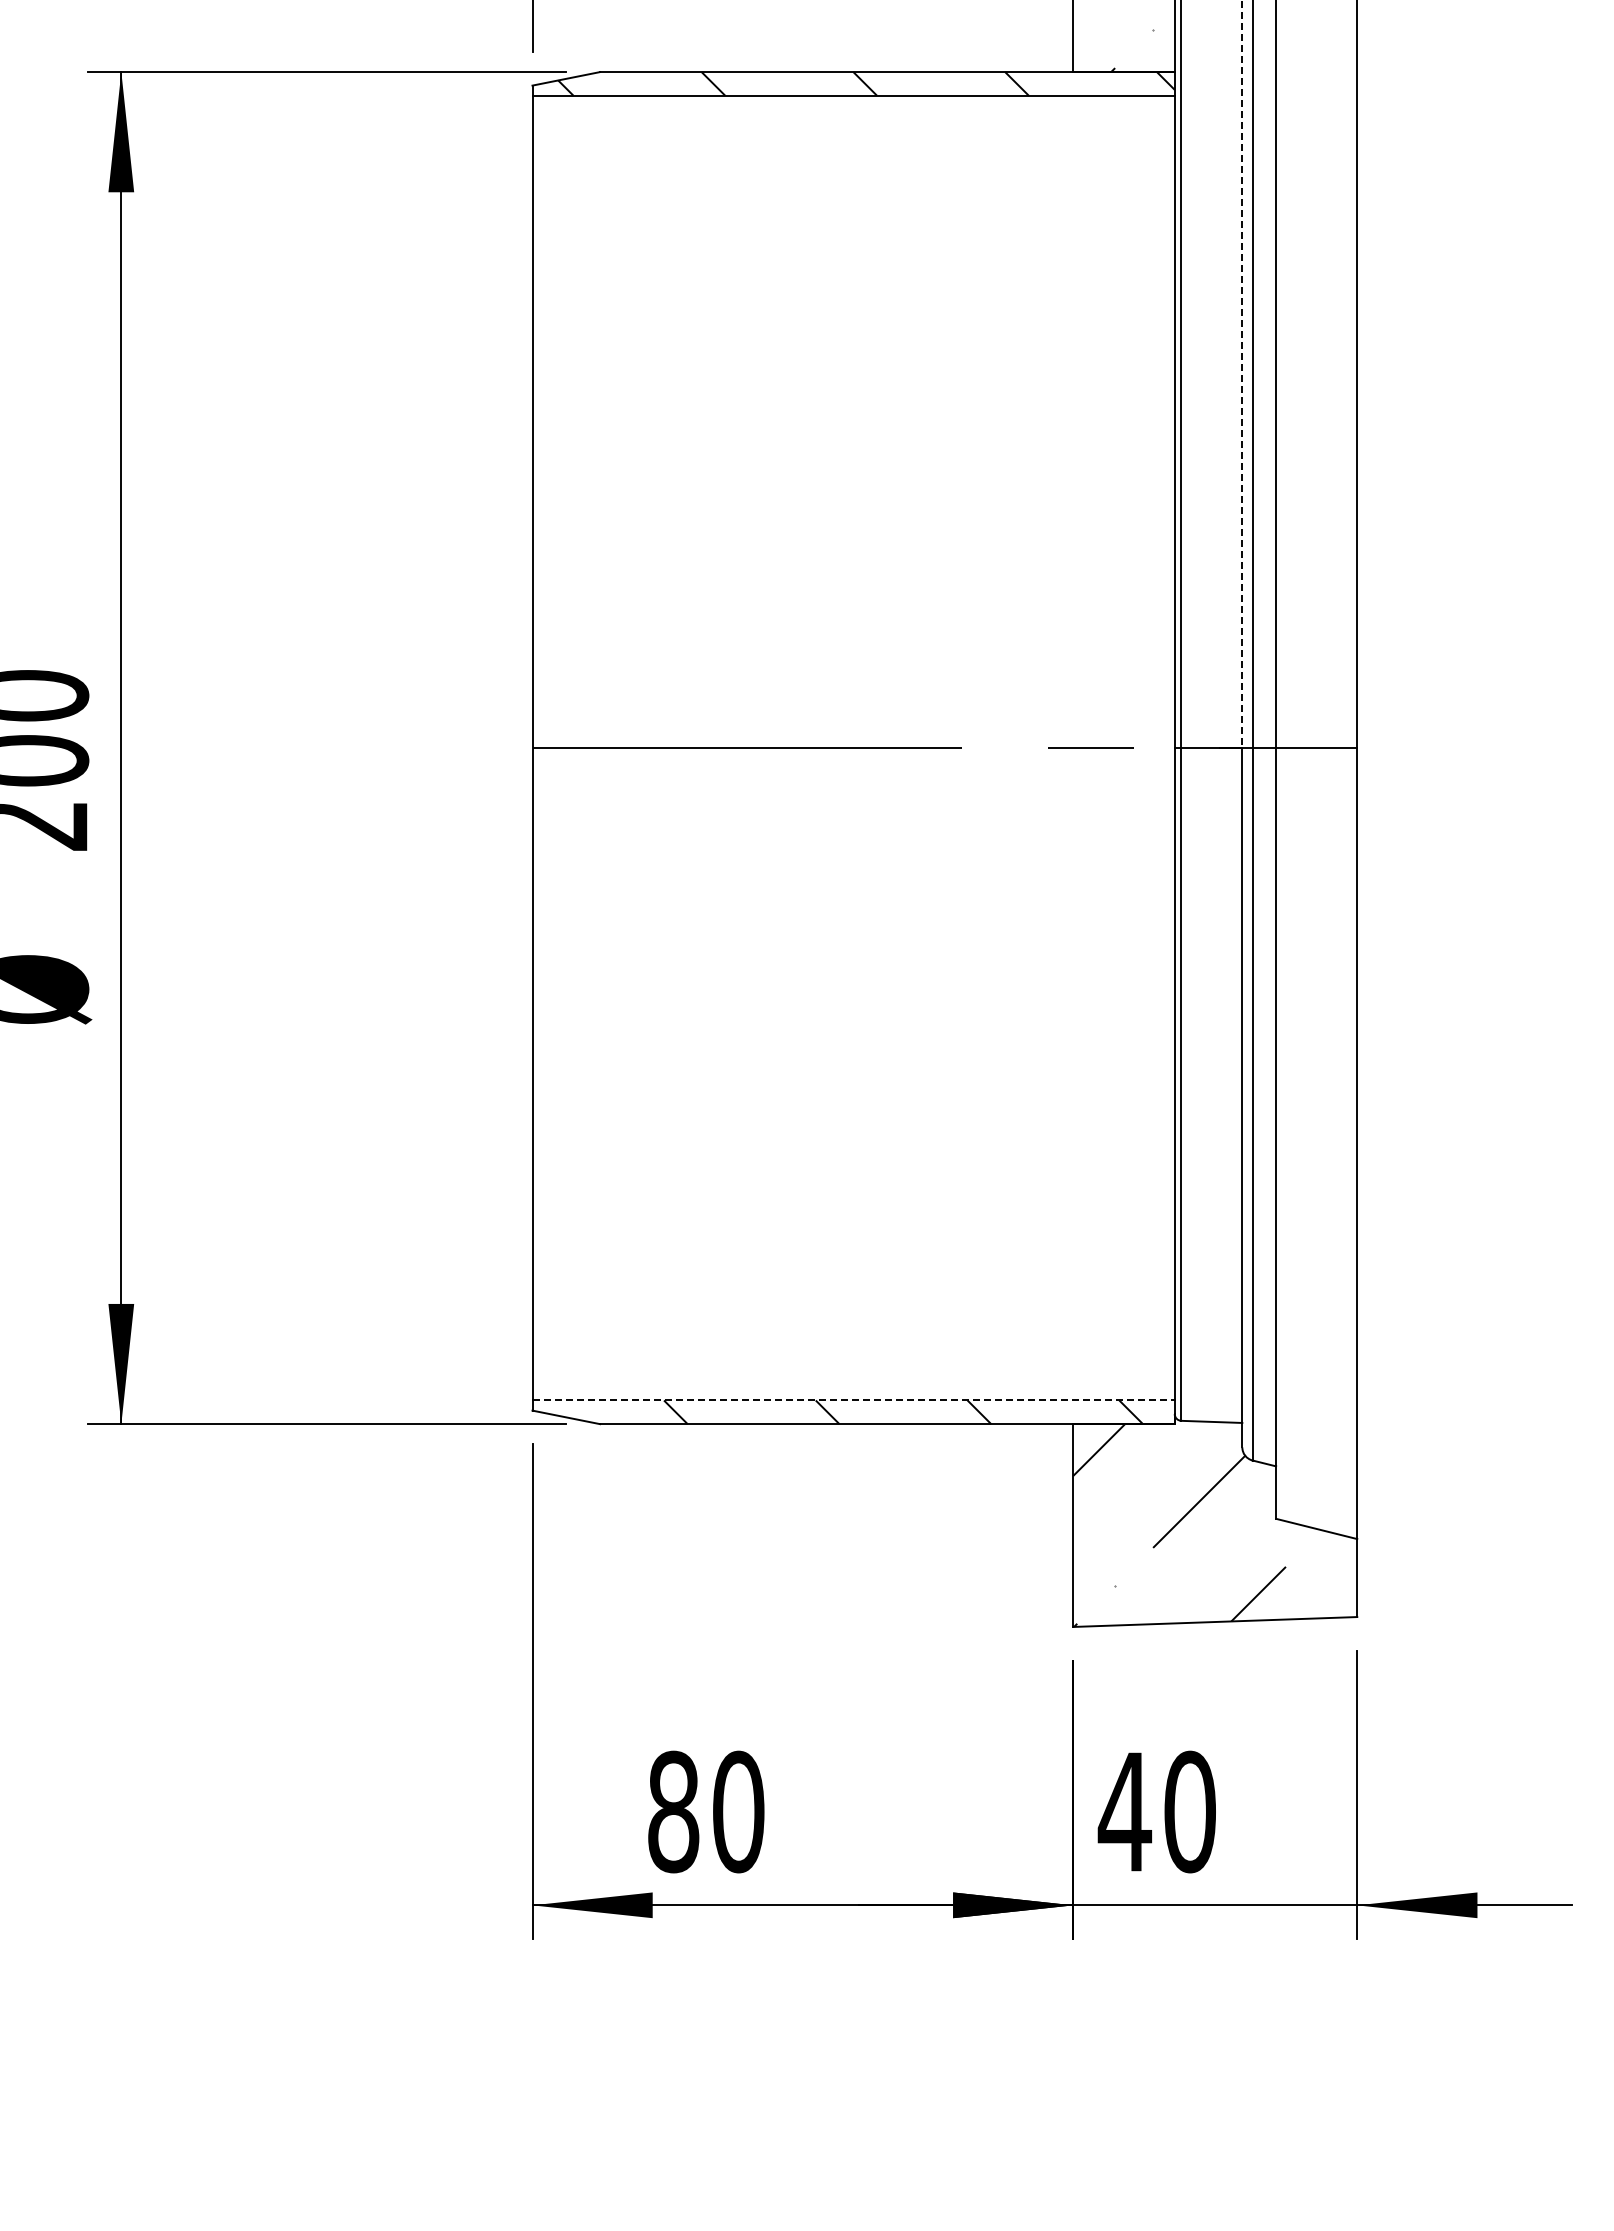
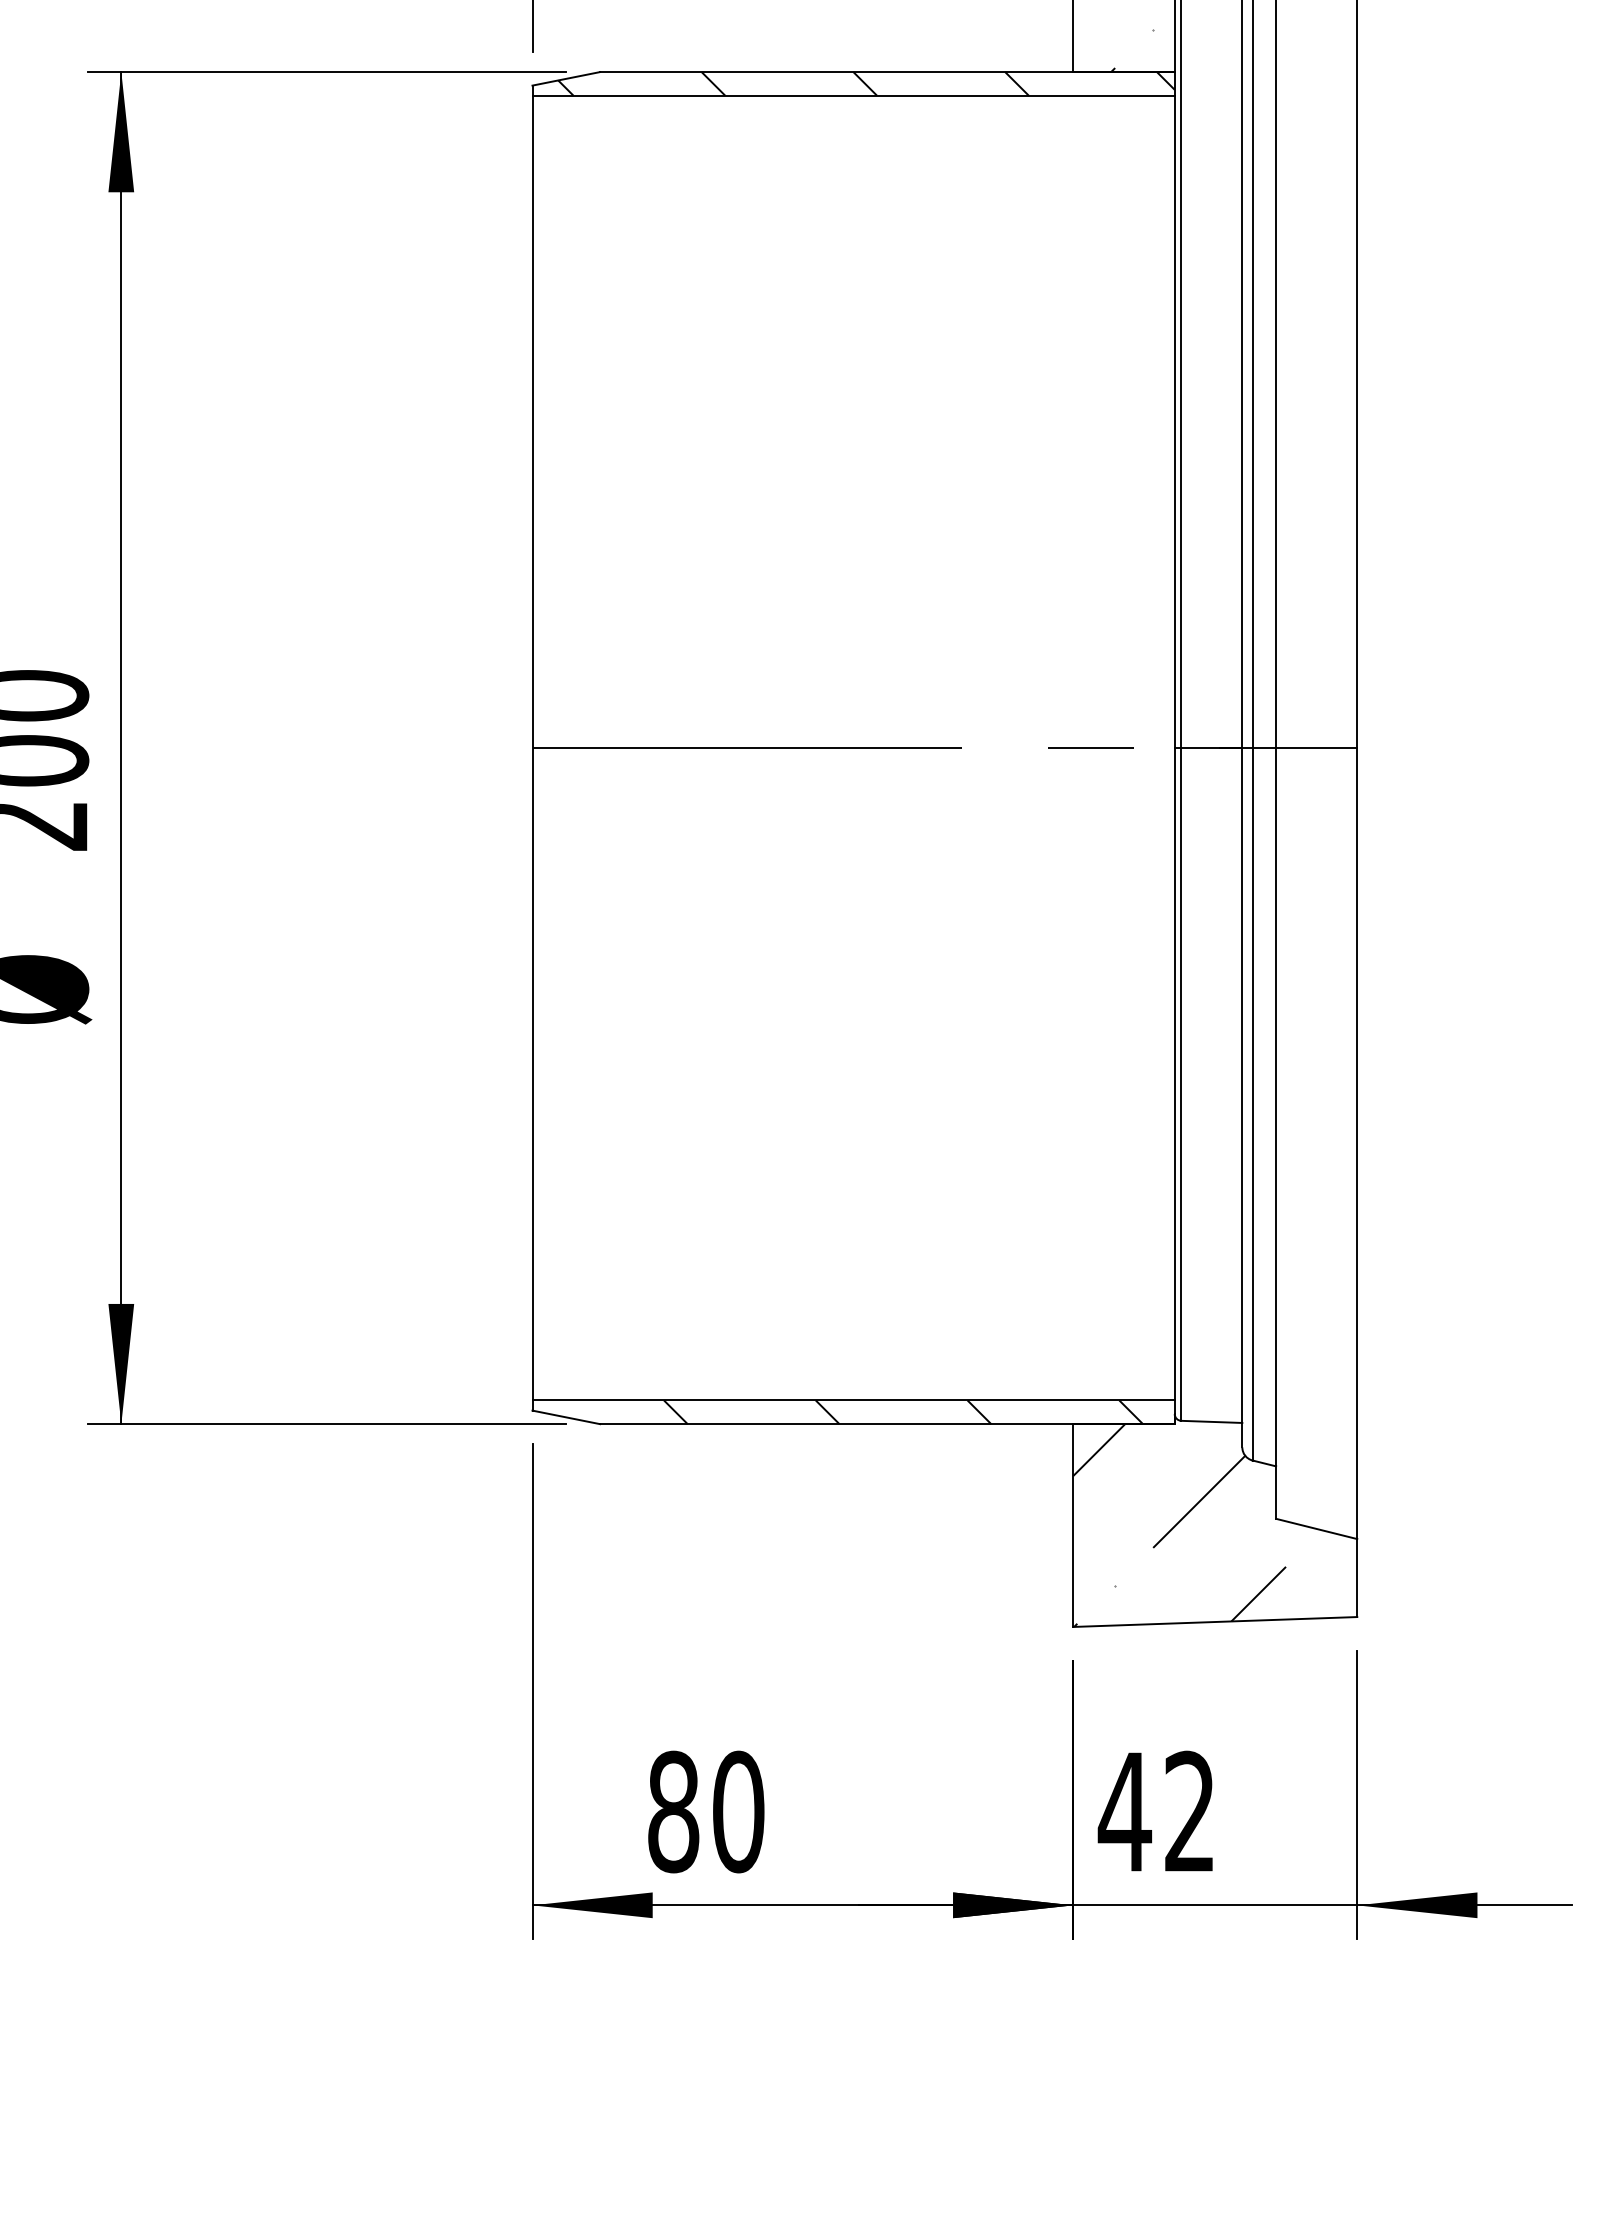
line at (1242, 374): dashed -> solid
line at (854, 1400): dashed -> solid
text at (1189, 1811): 40 -> 42
